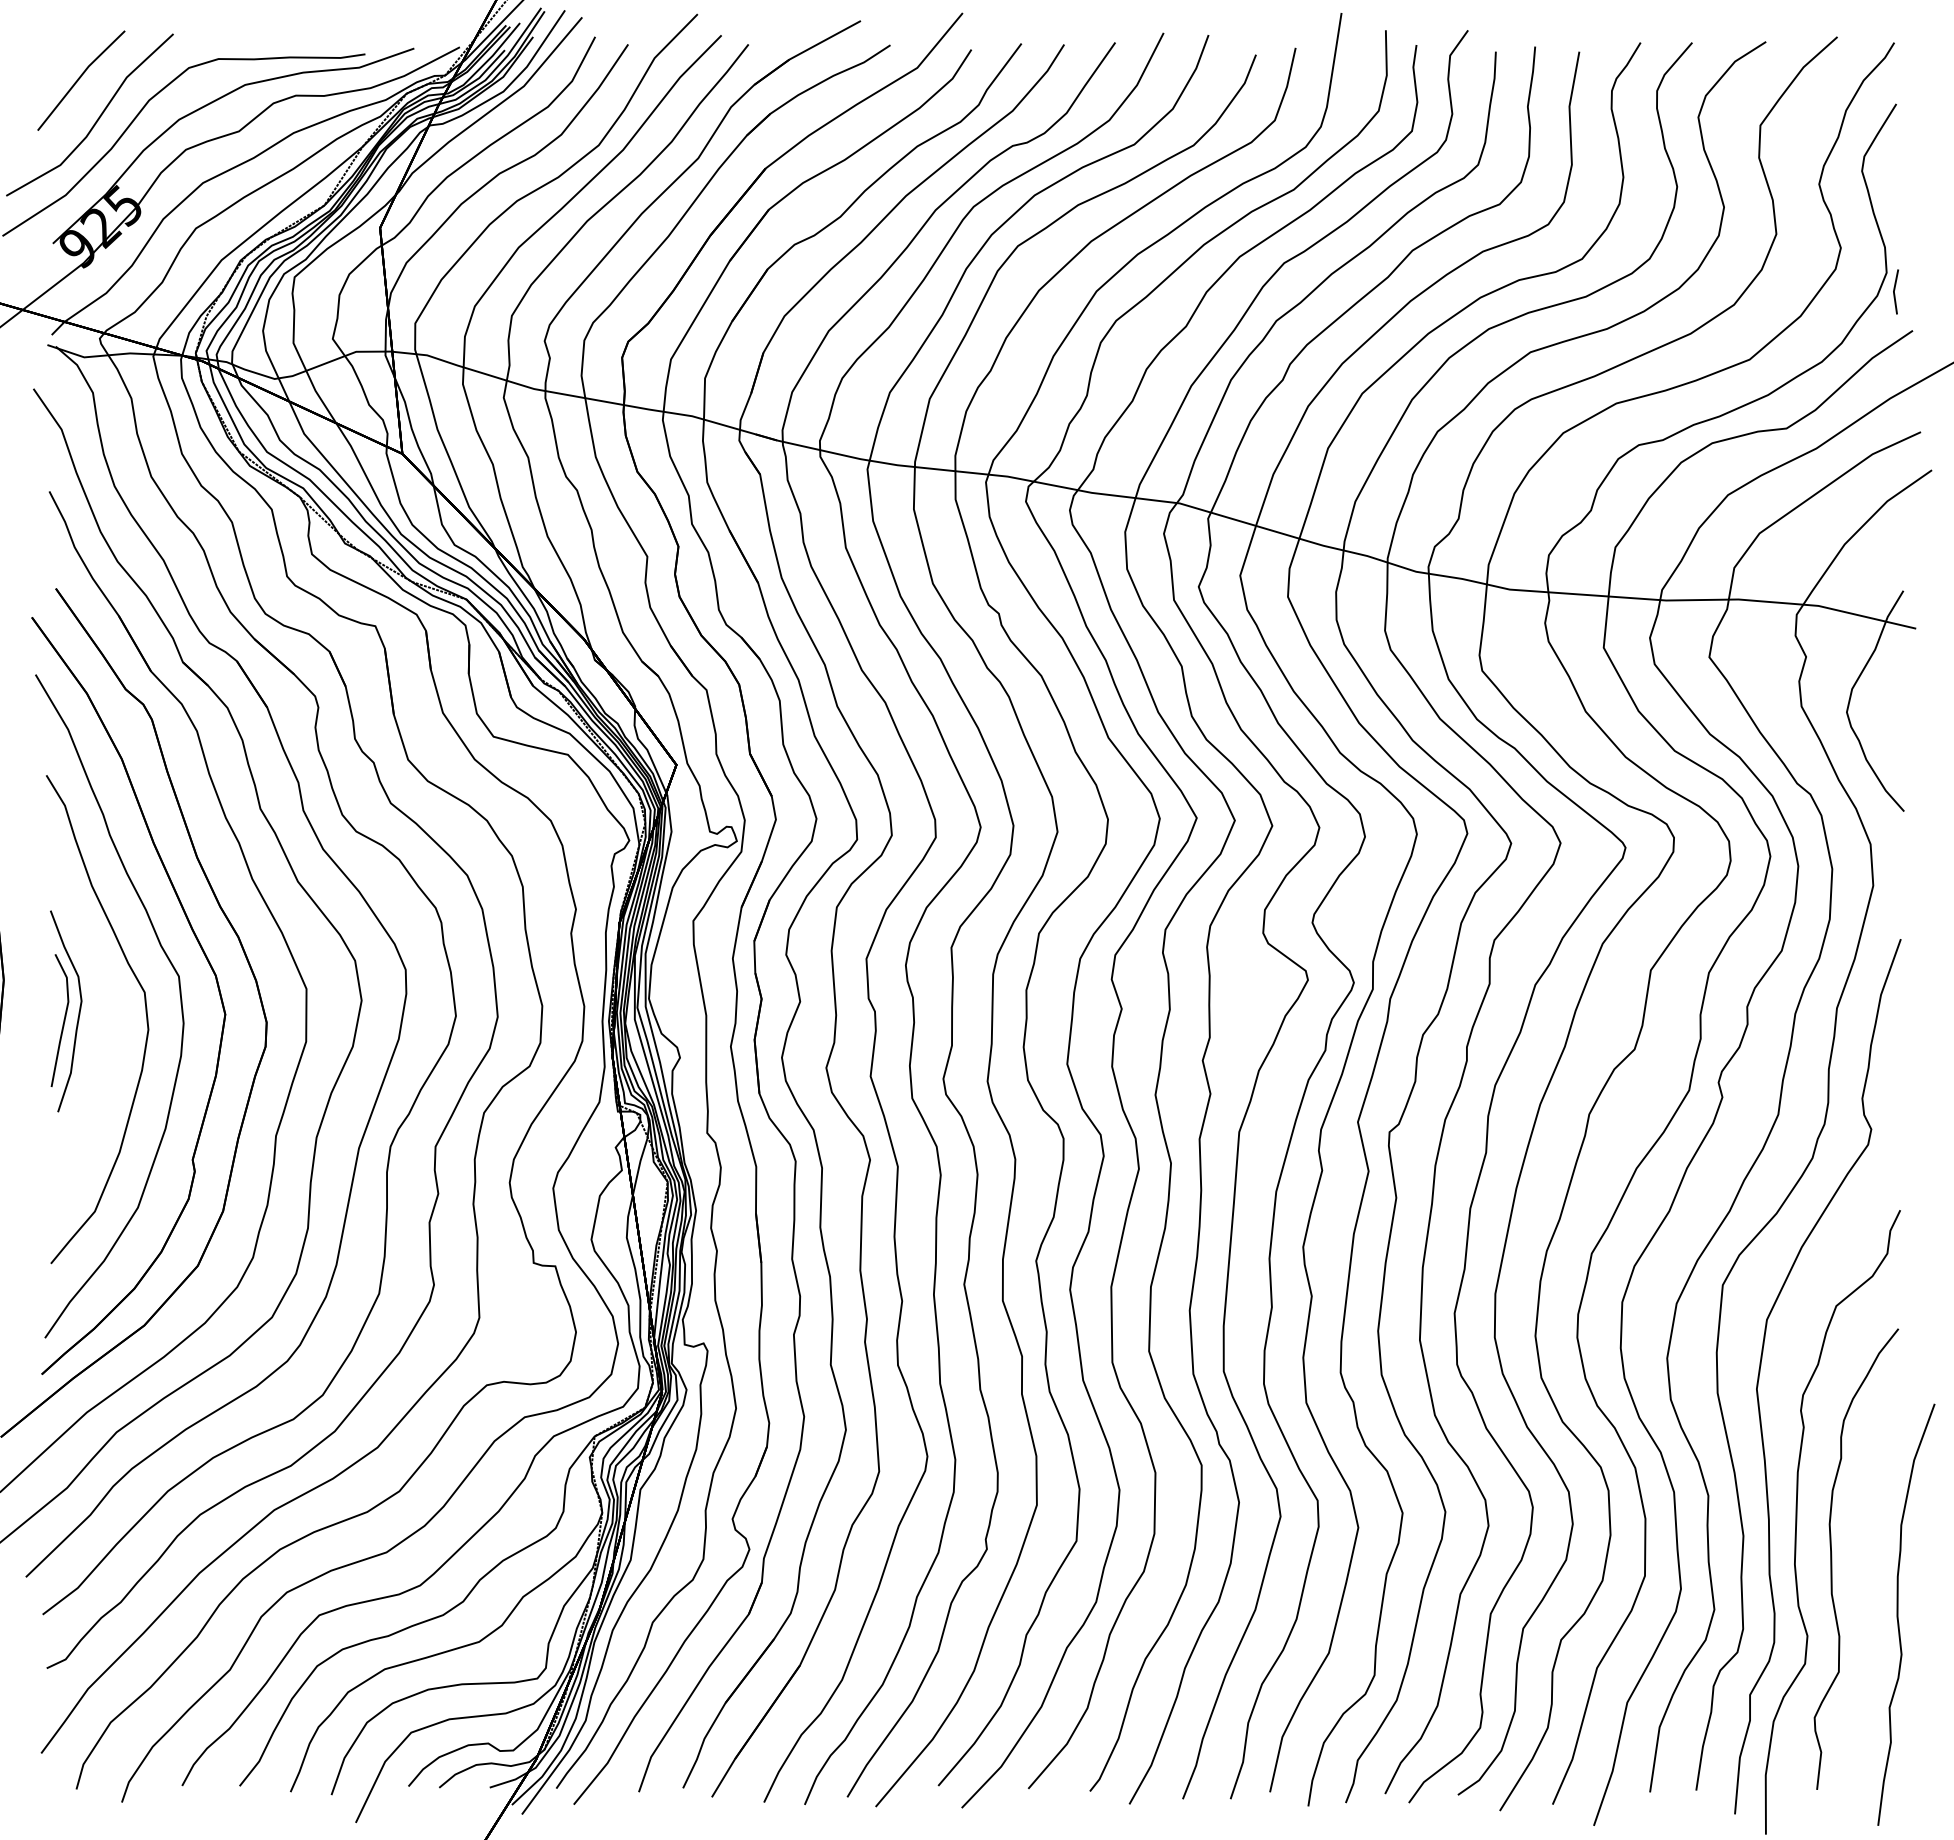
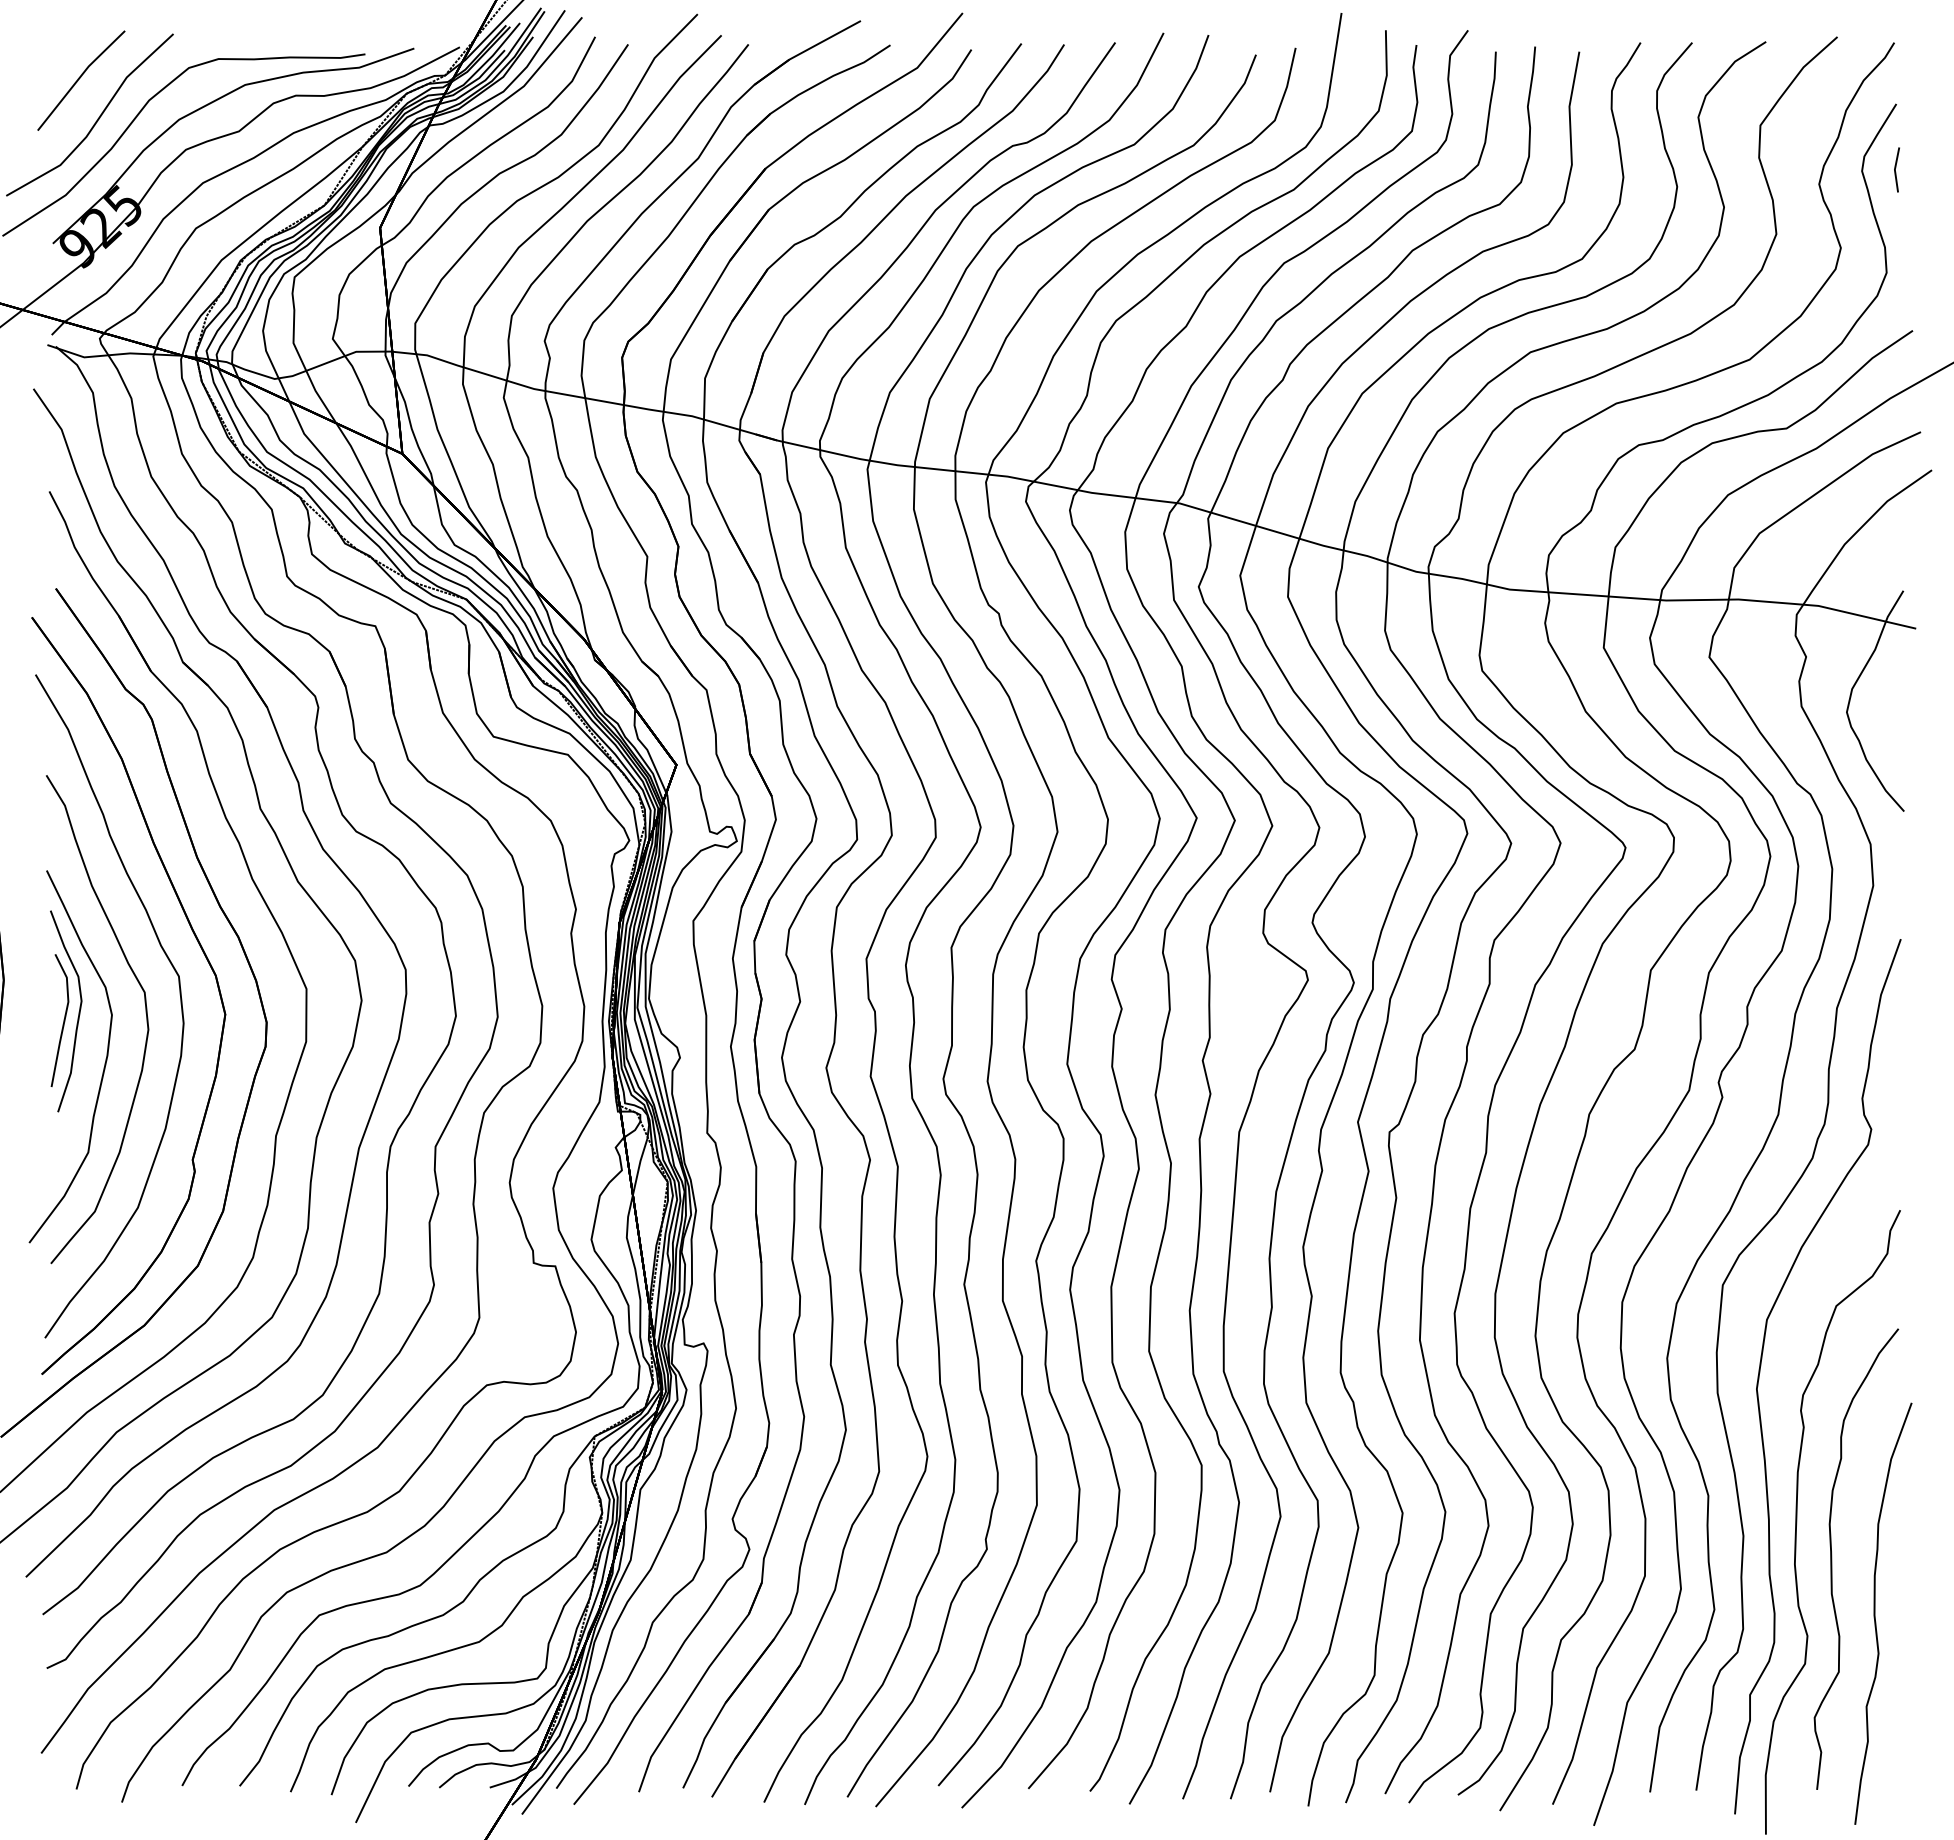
line at (1894, 291) position: (1894, 291) -> (1895, 169)
part at (104, 1063): none -> present
curve at (1898, 1614) position: (1898, 1614) -> (1875, 1613)
